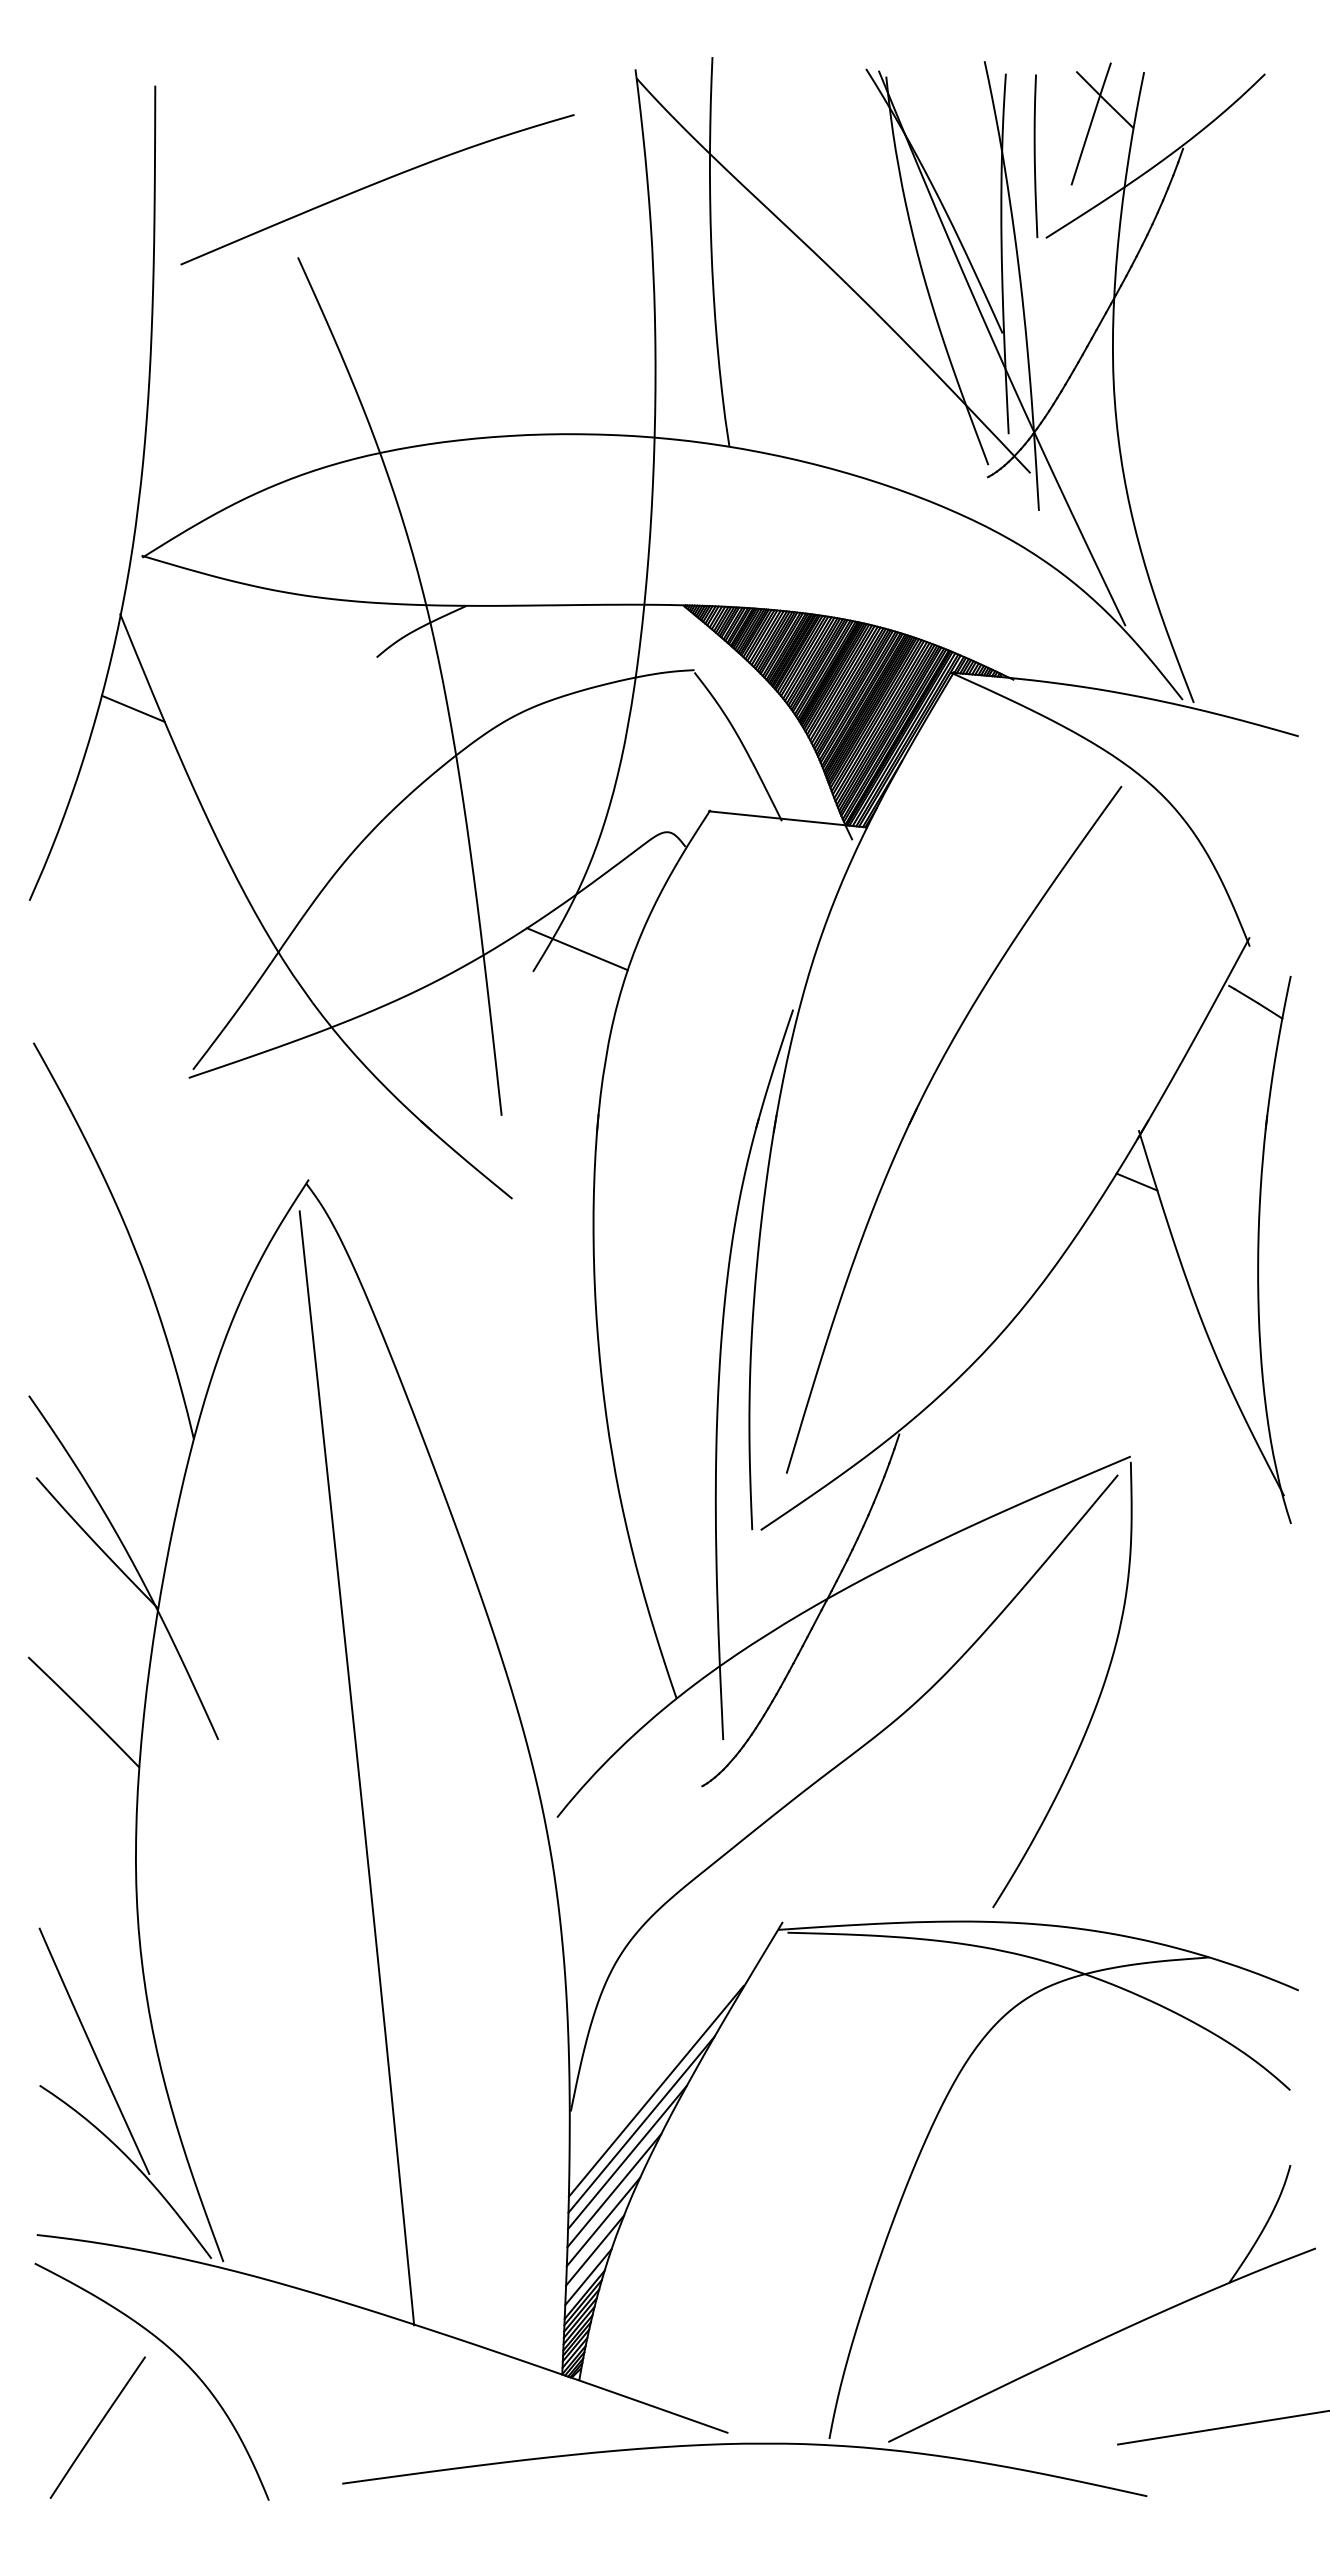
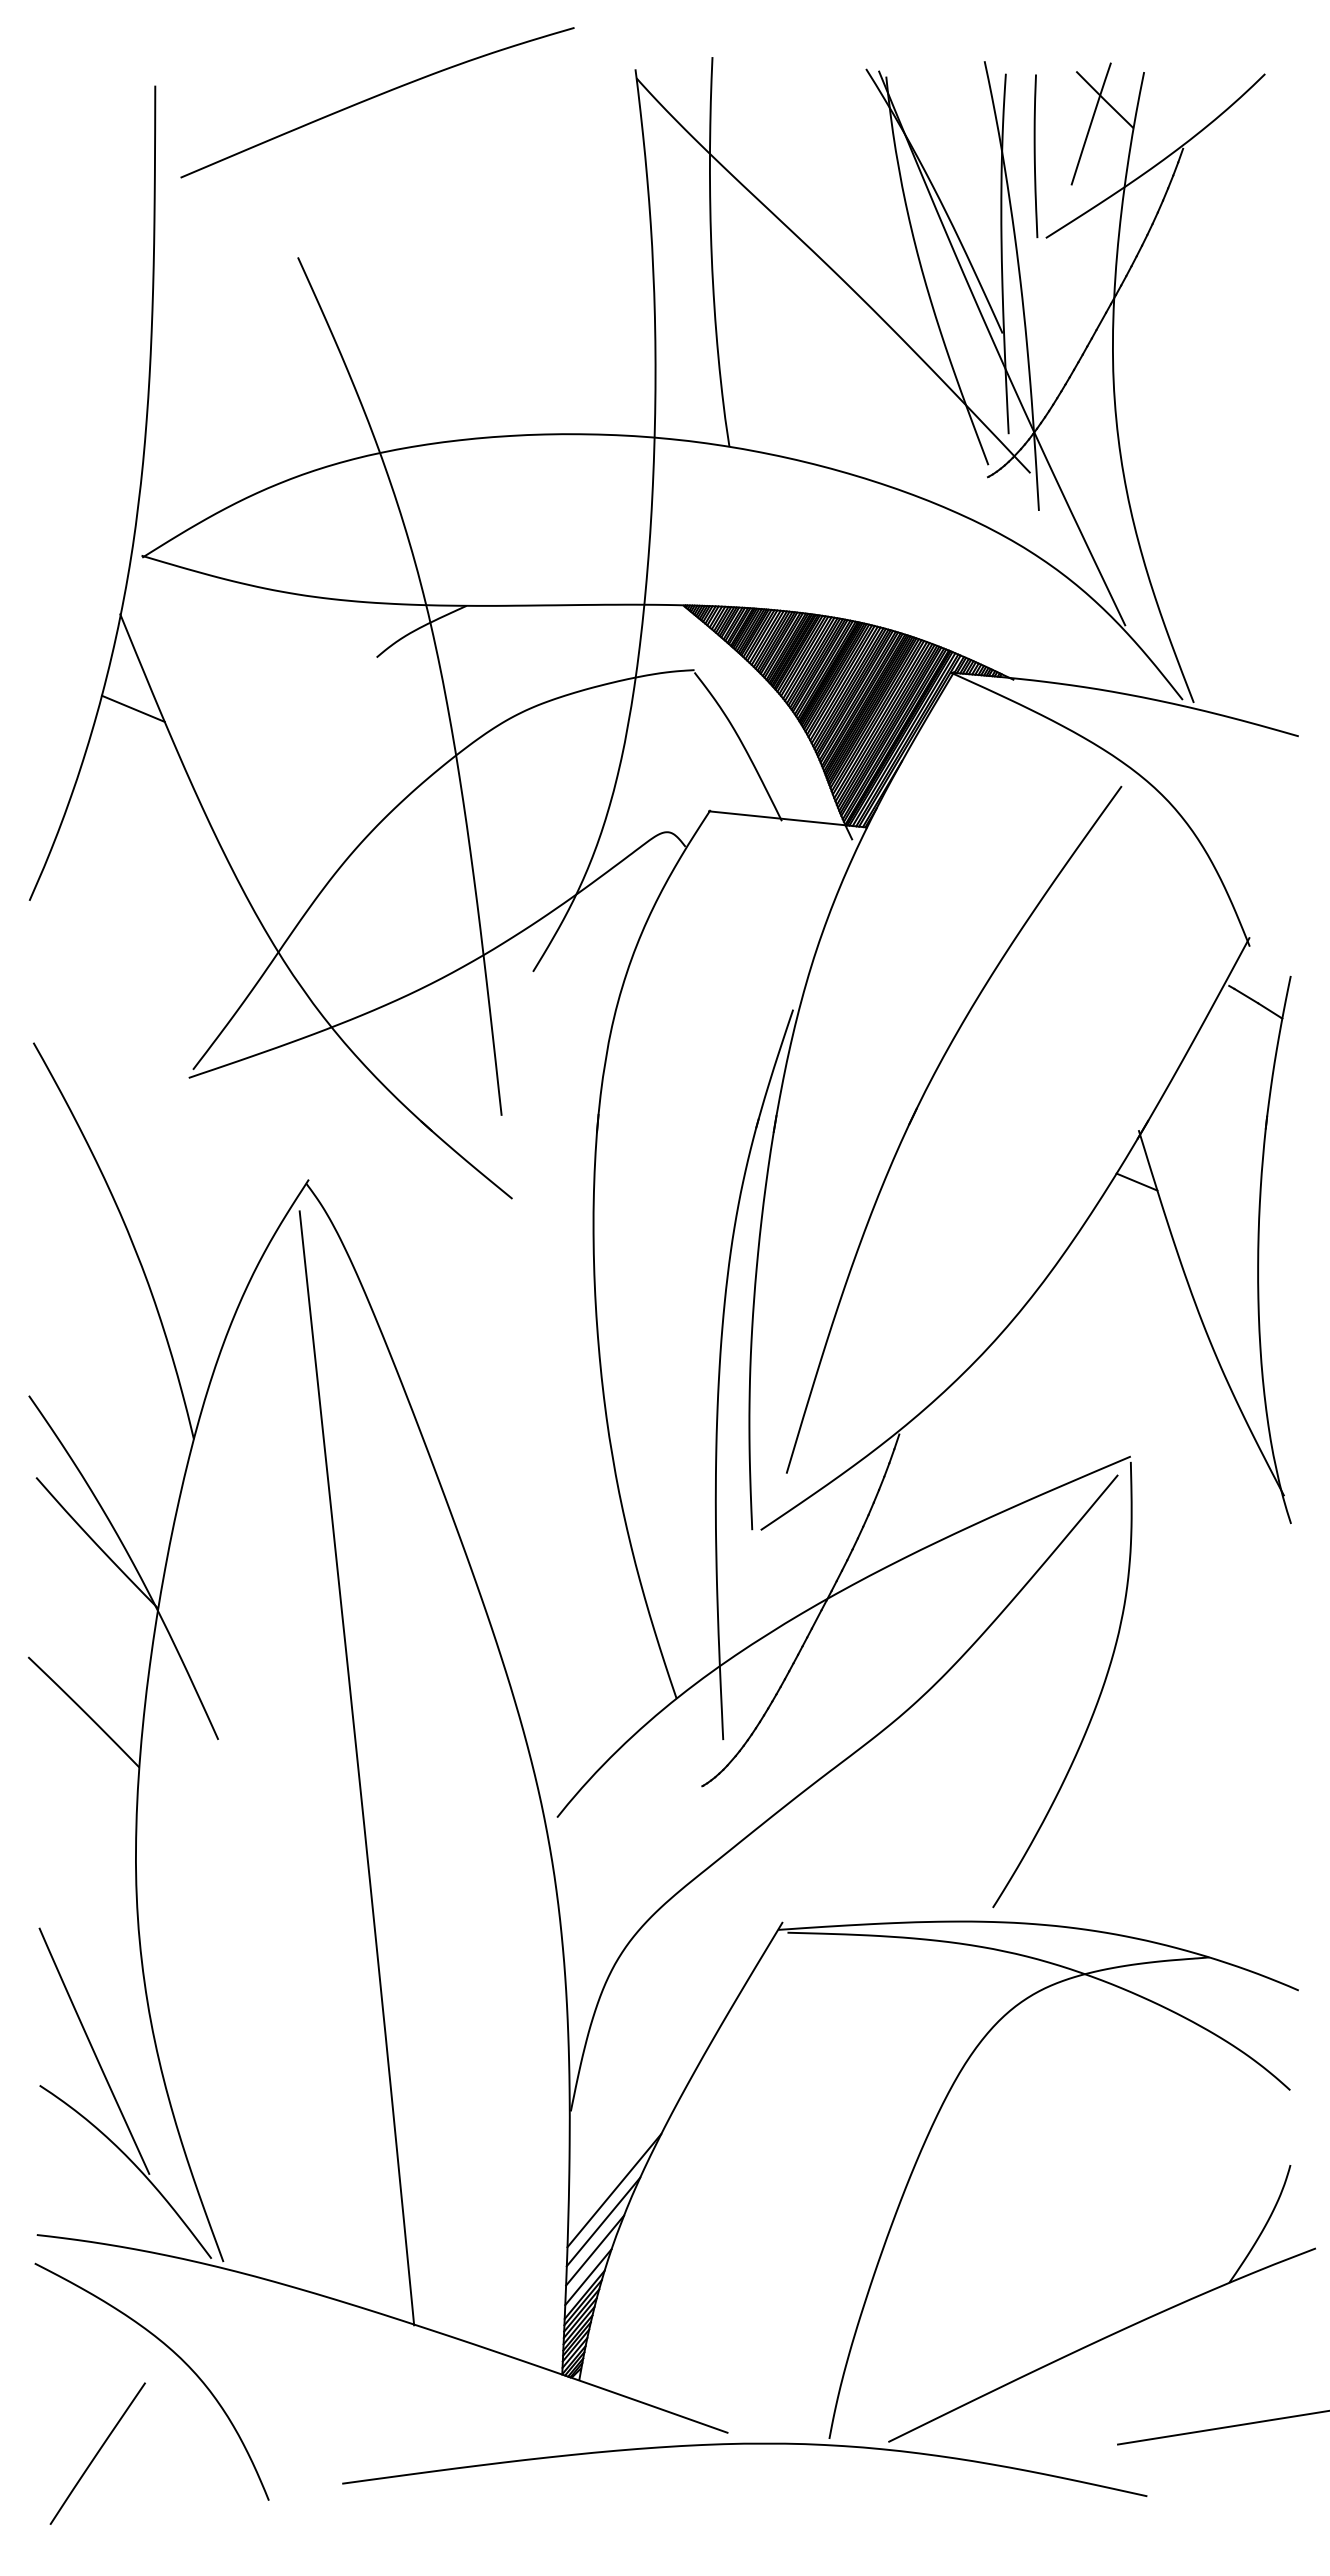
curve at (376, 184) position: (376, 184) -> (376, 97)
line at (577, 949): present -> none
line at (655, 2091): present -> none
line at (641, 2124): present -> none
line at (627, 2157): present -> none
line at (97, 2427) position: (97, 2427) -> (97, 2453)
